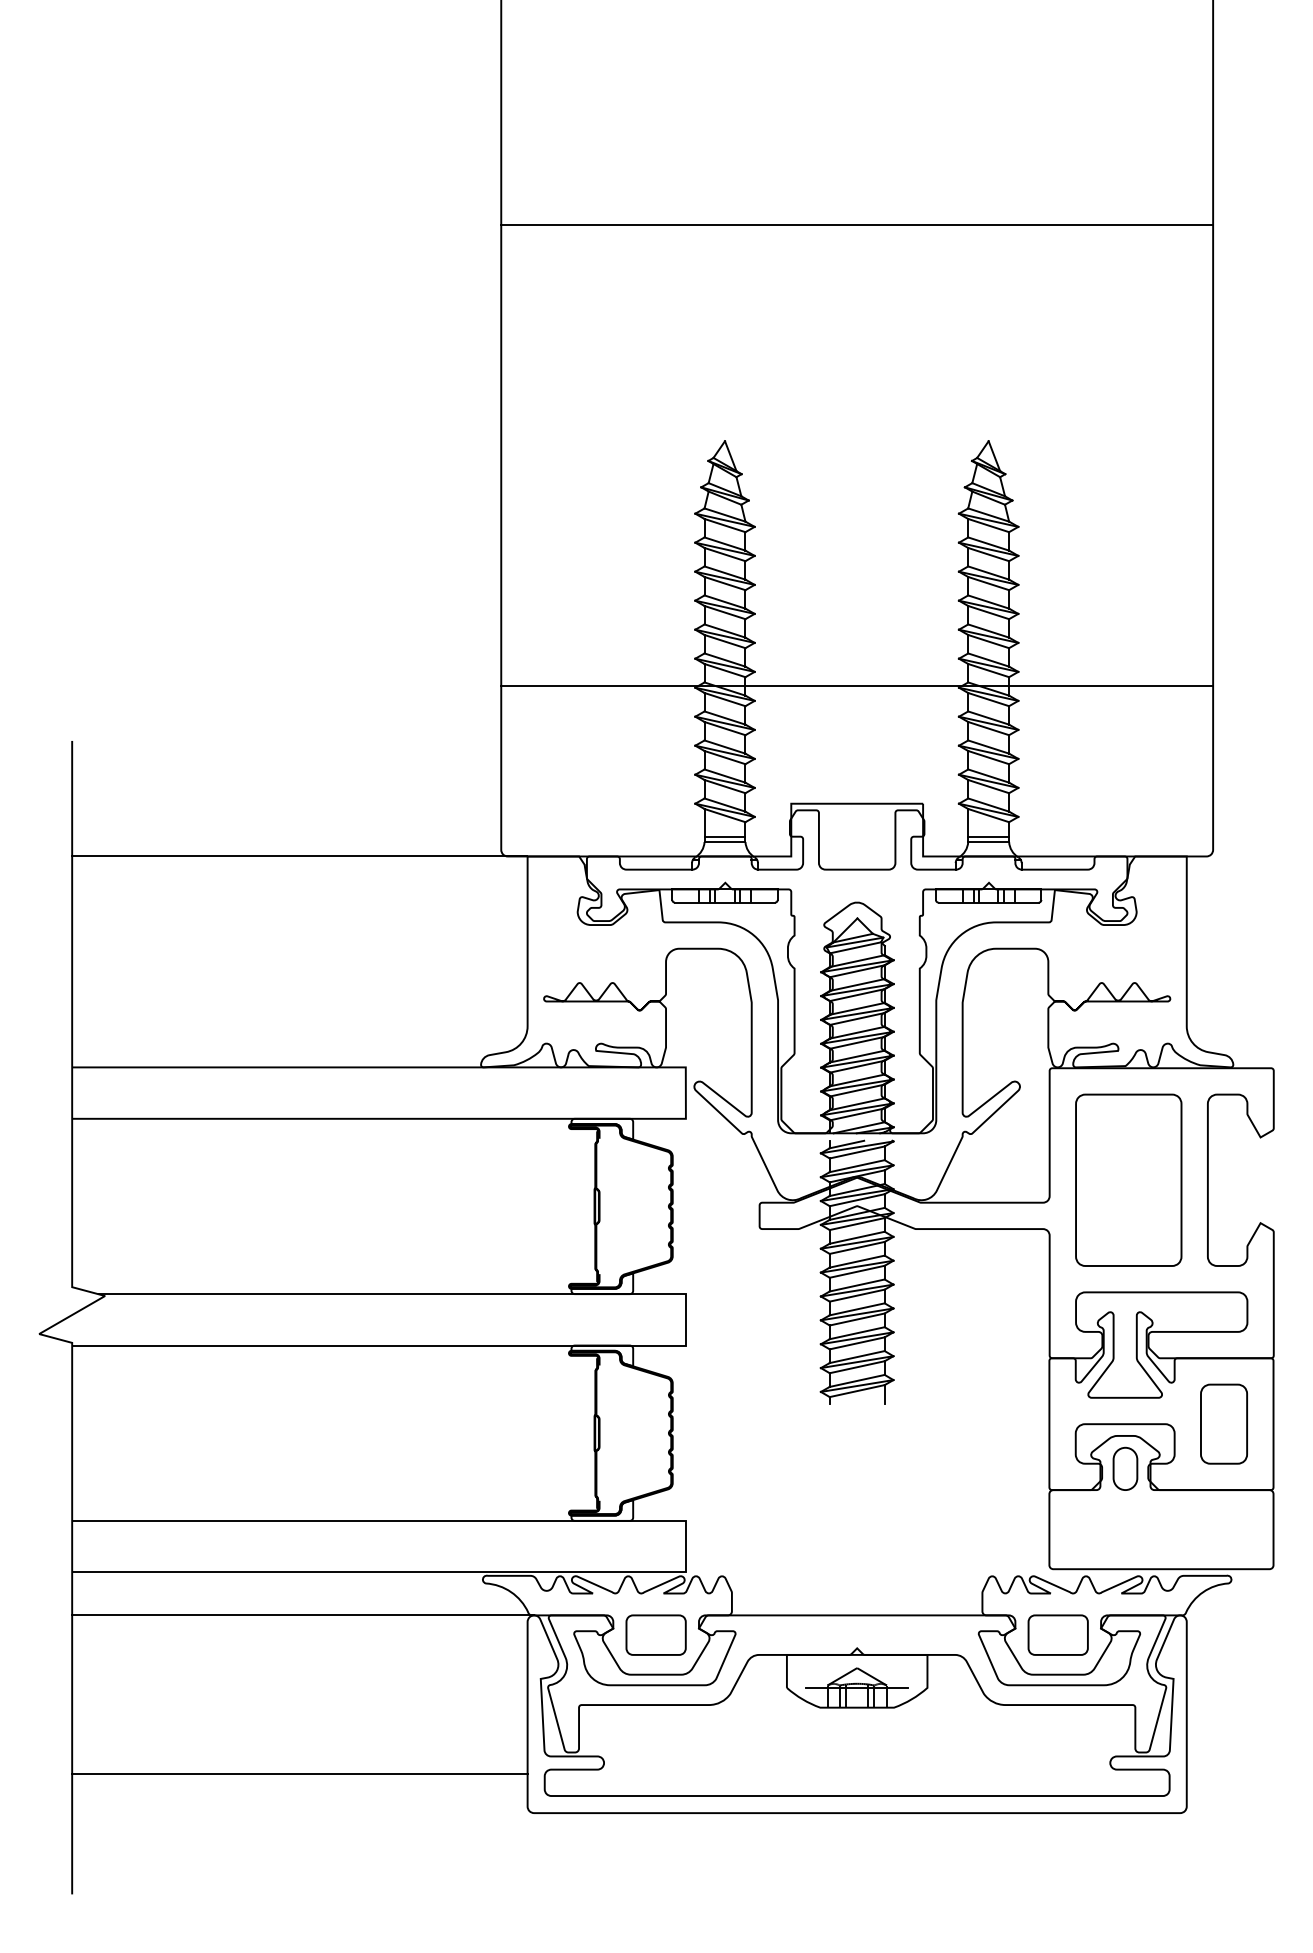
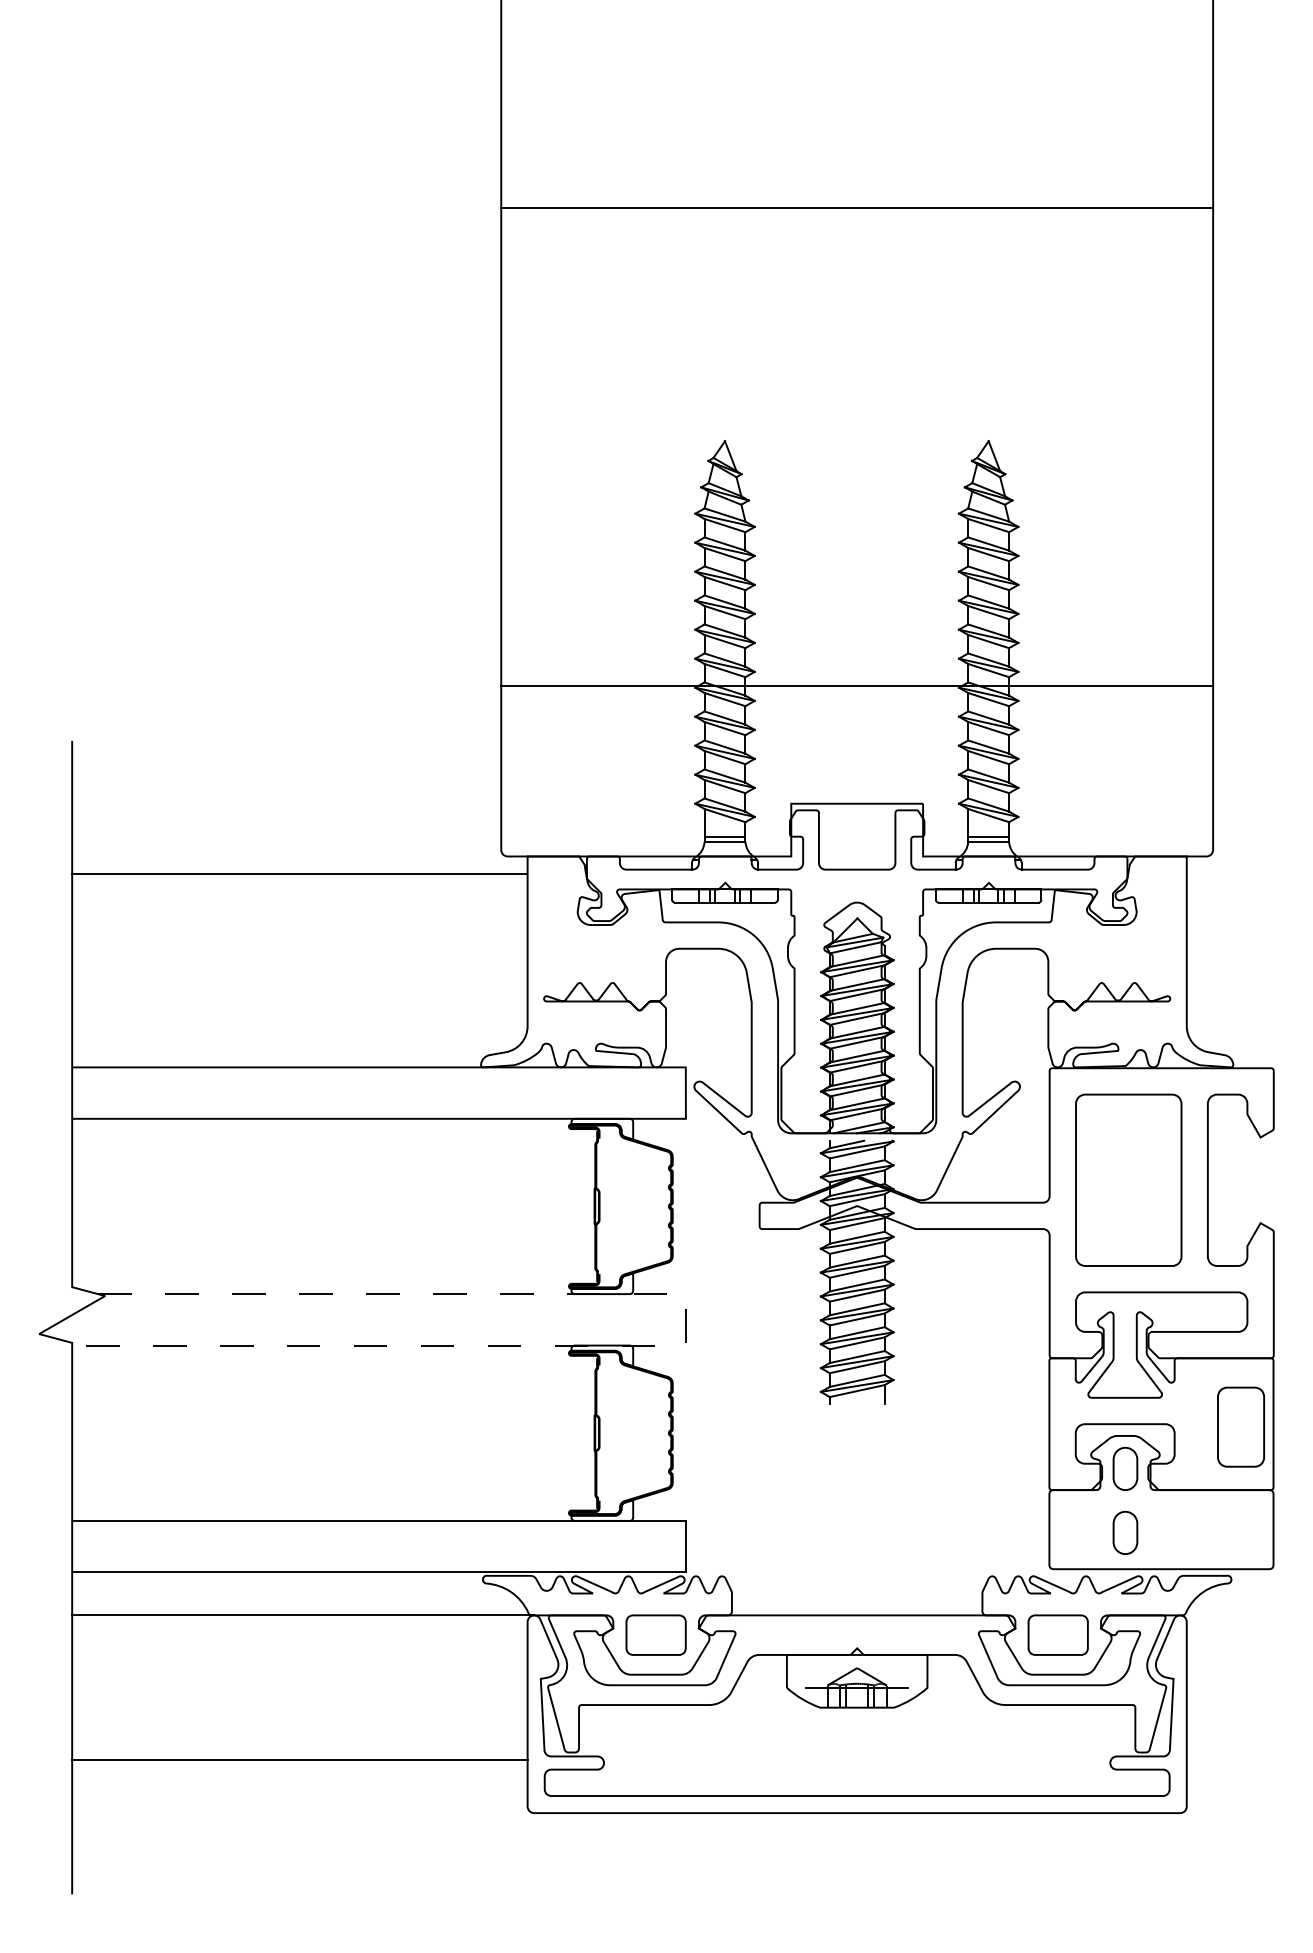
line at (857, 224) position: (857, 224) -> (857, 207)
line at (299, 856) position: (299, 856) -> (299, 874)
line at (685, 1332): solid -> dashed
part at (1223, 1423) position: (1223, 1423) -> (1240, 1426)
part at (1125, 1532): none -> present
line at (299, 1773) position: (299, 1773) -> (299, 1759)
